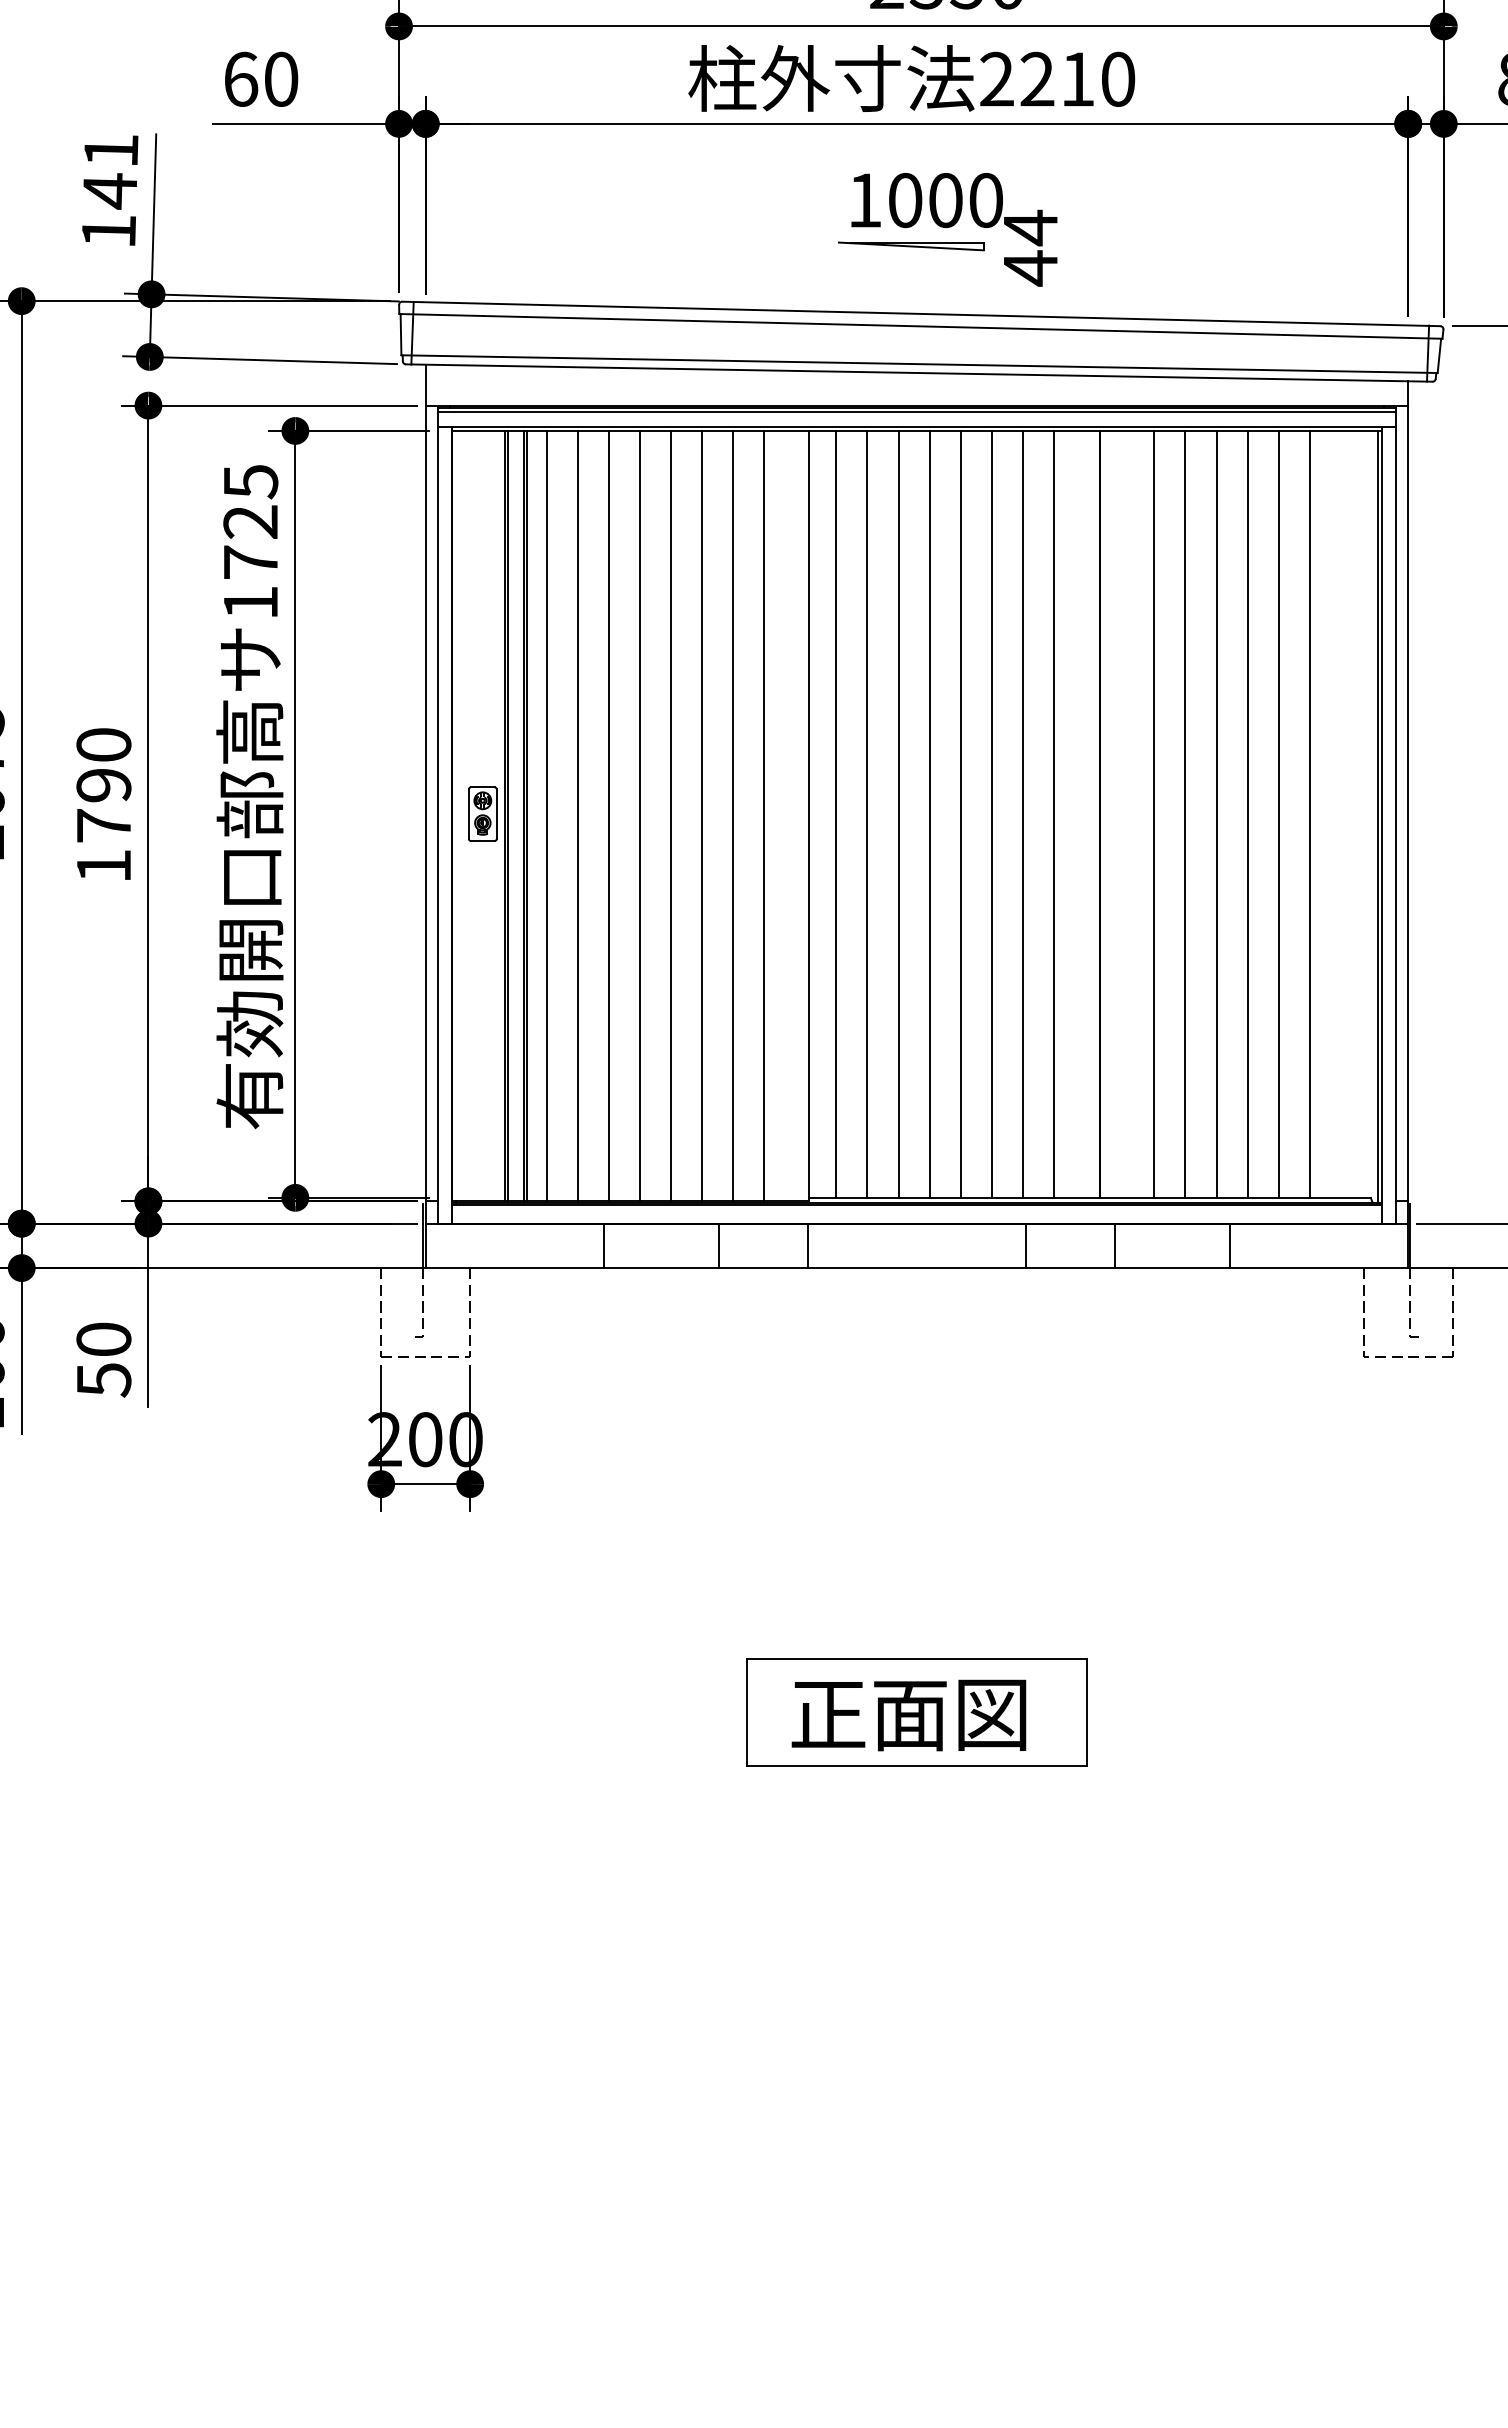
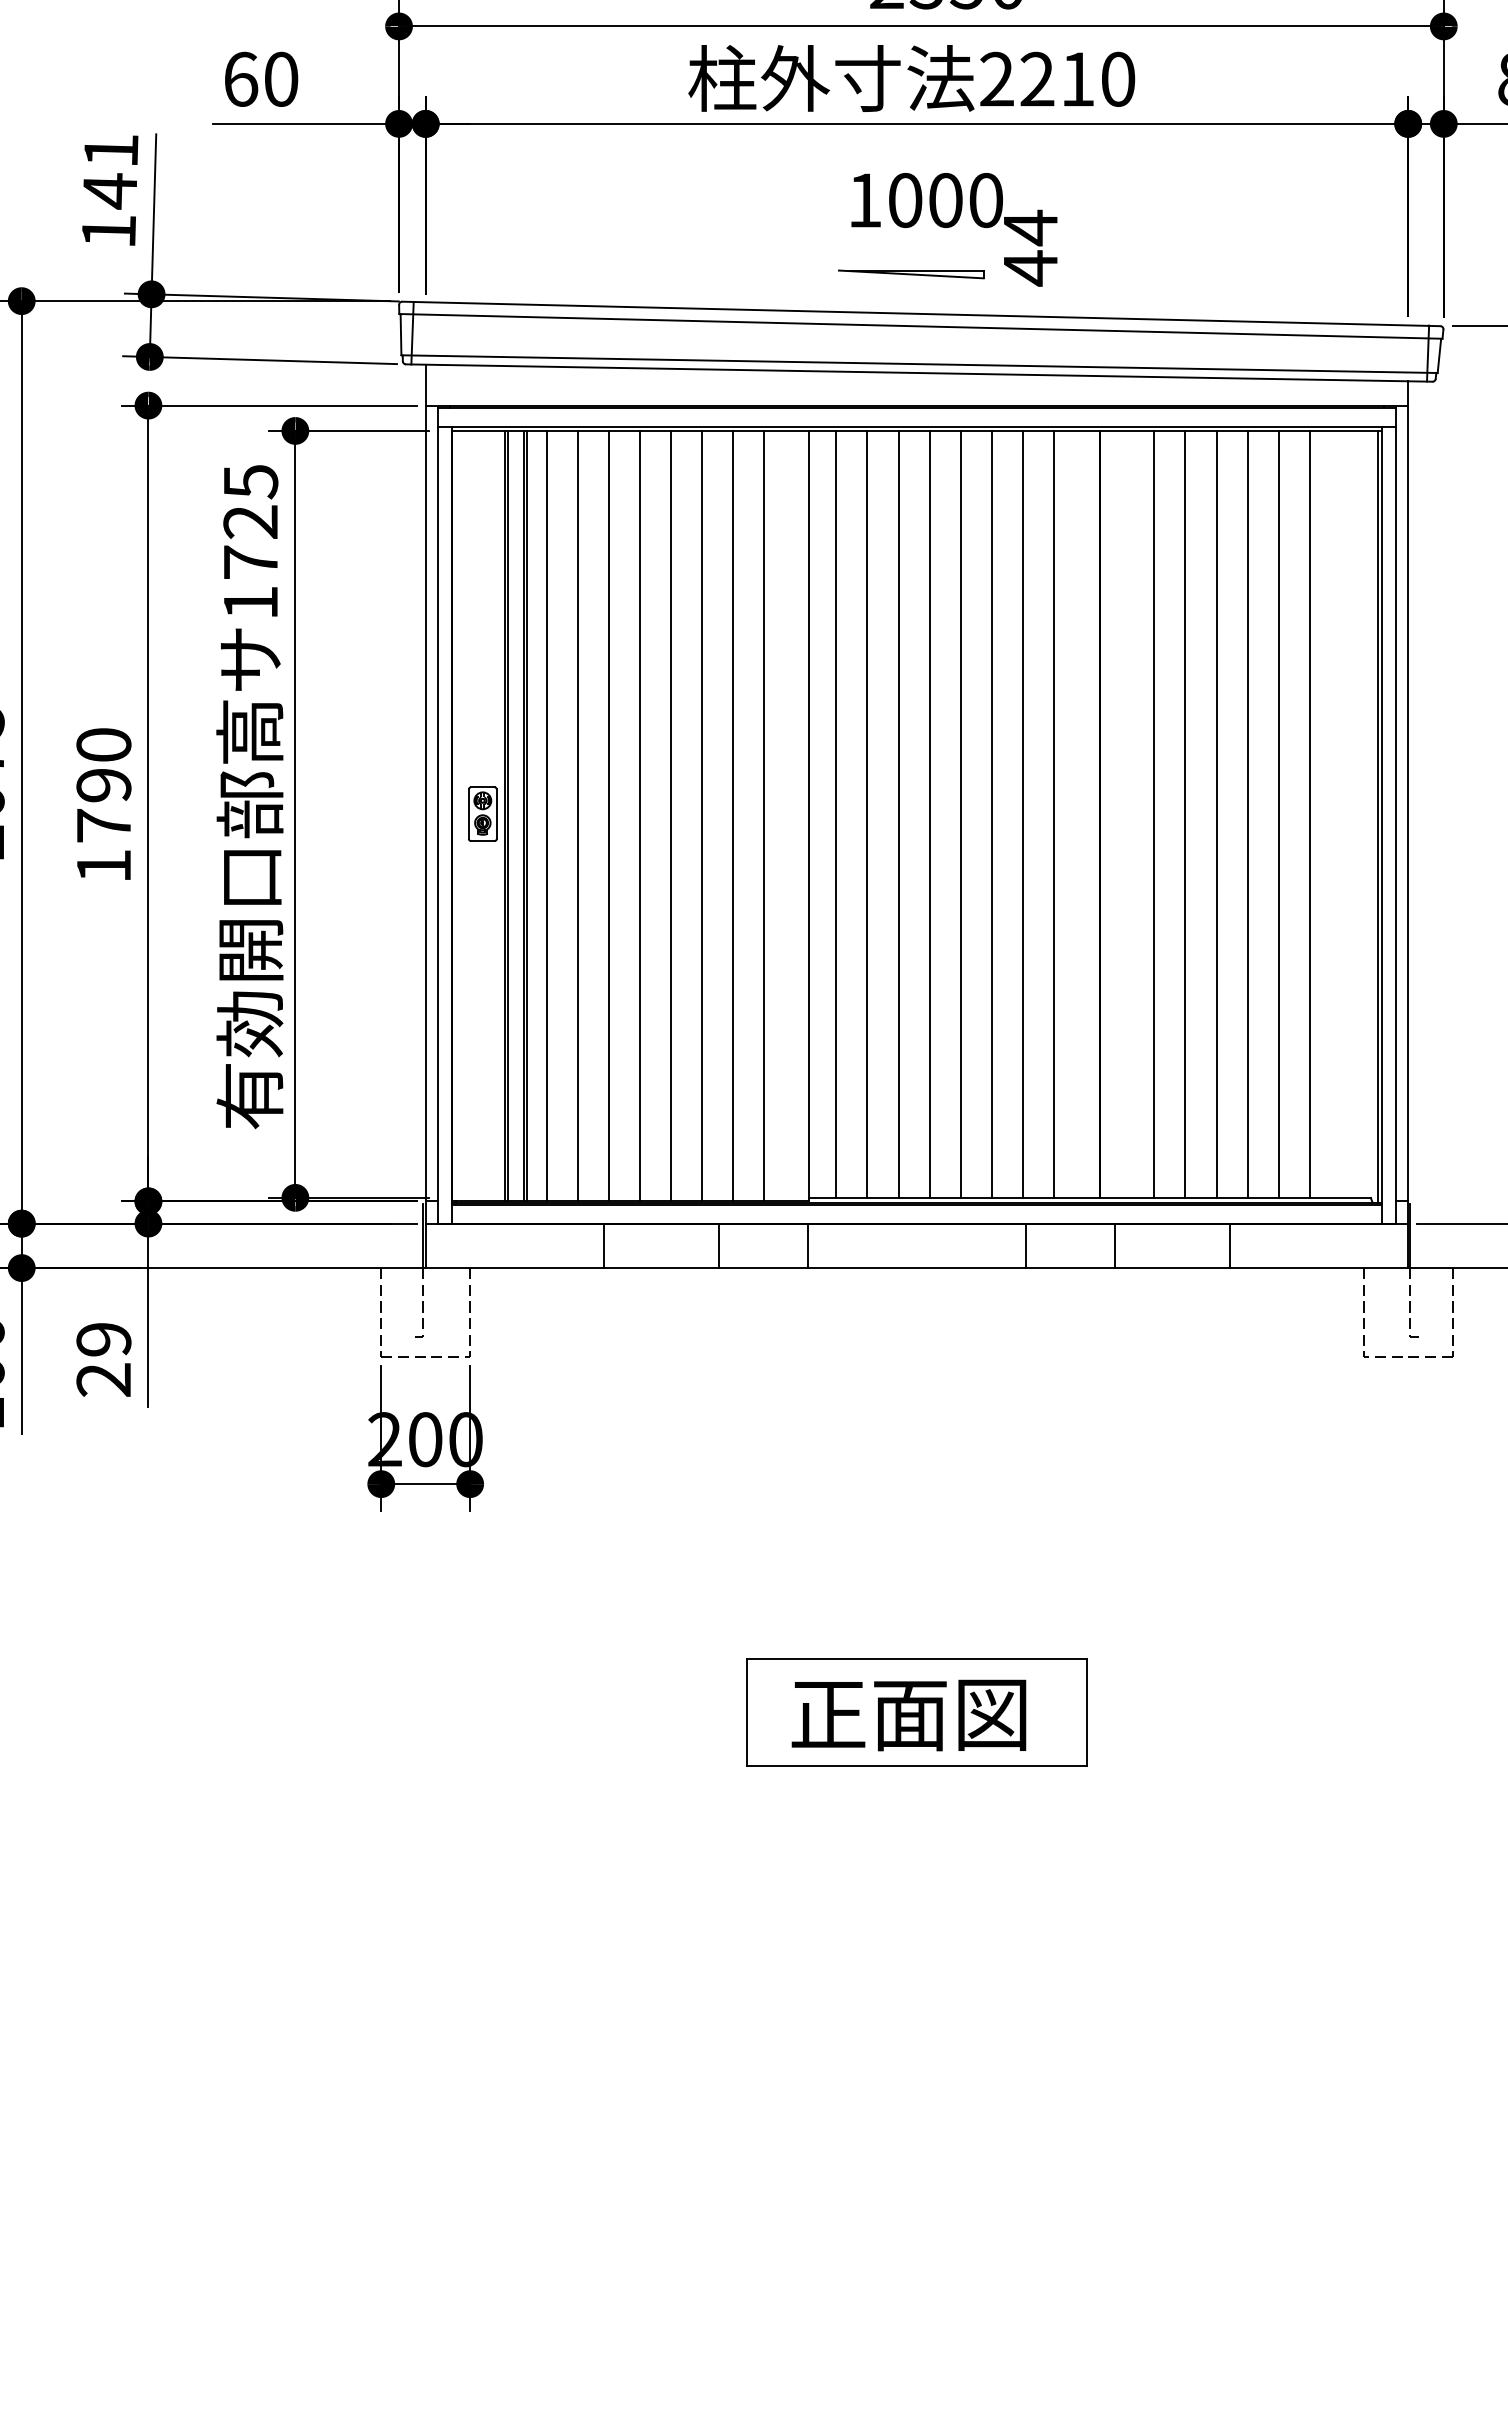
part at (911, 246) position: (911, 246) -> (911, 274)
line at (916, 412): present -> none
text at (103, 1359): 50 -> 29
